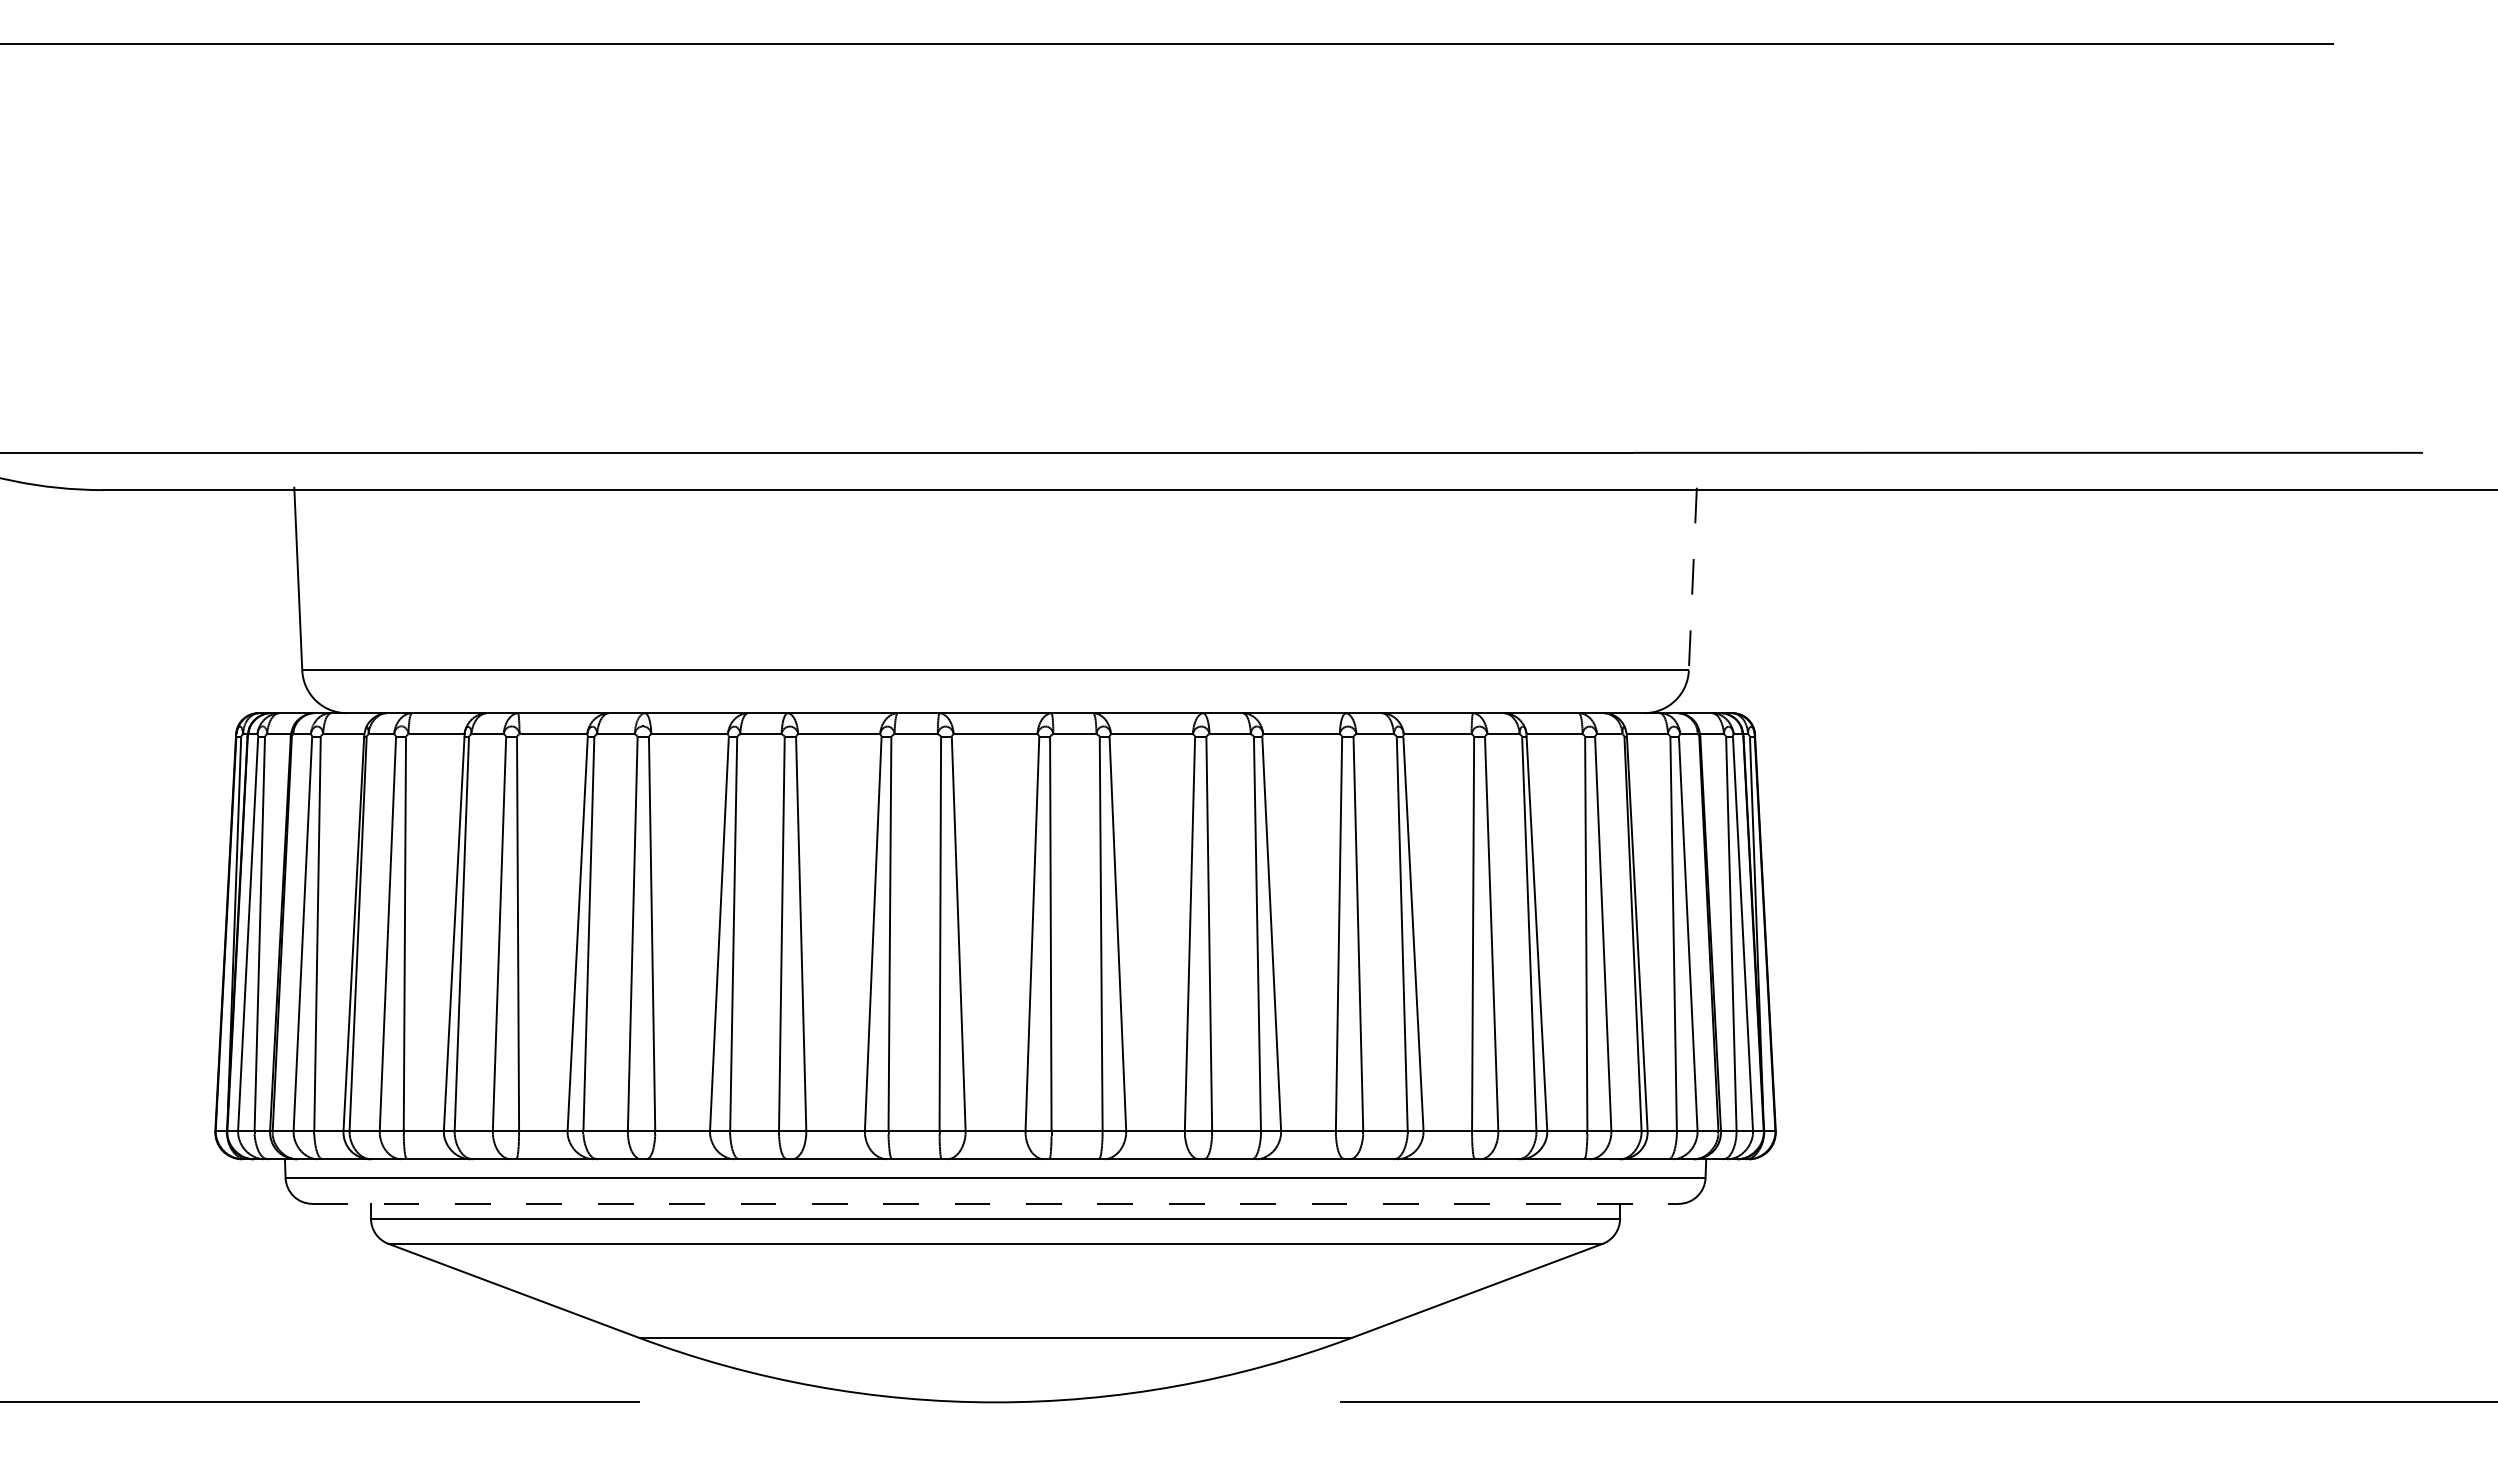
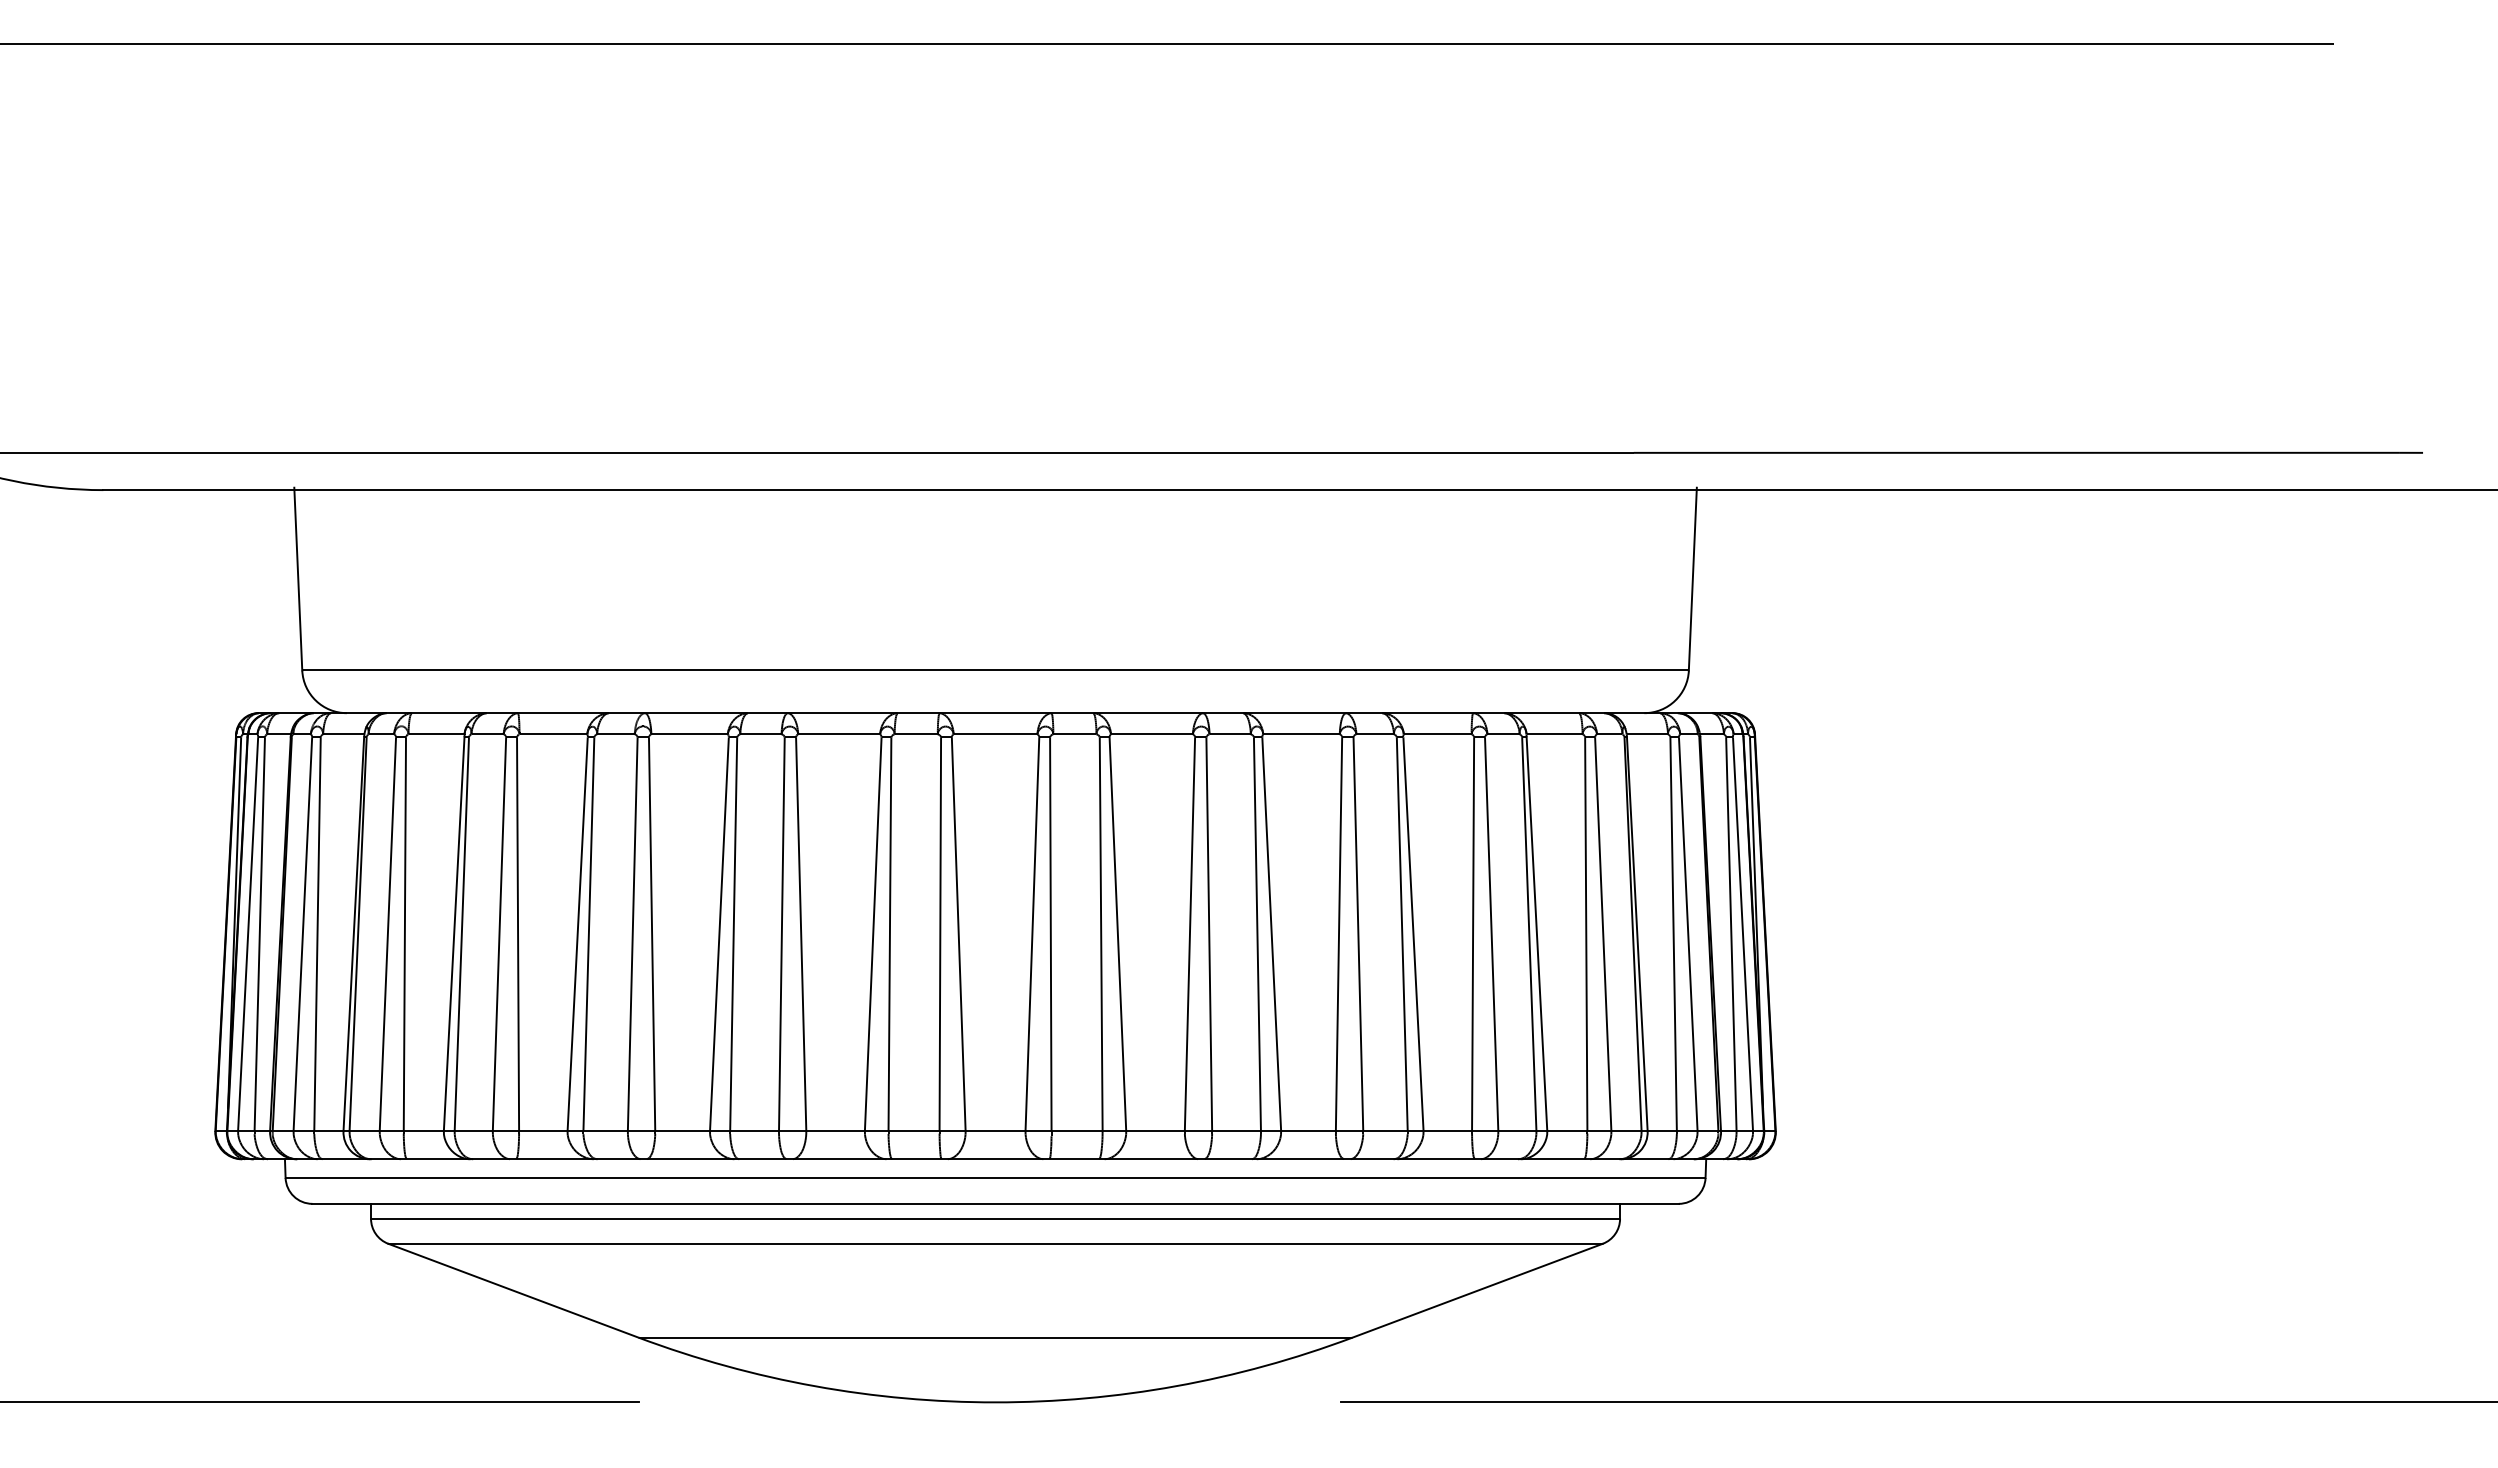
line at (1692, 579): dashed -> solid
line at (996, 1203): dashed -> solid
